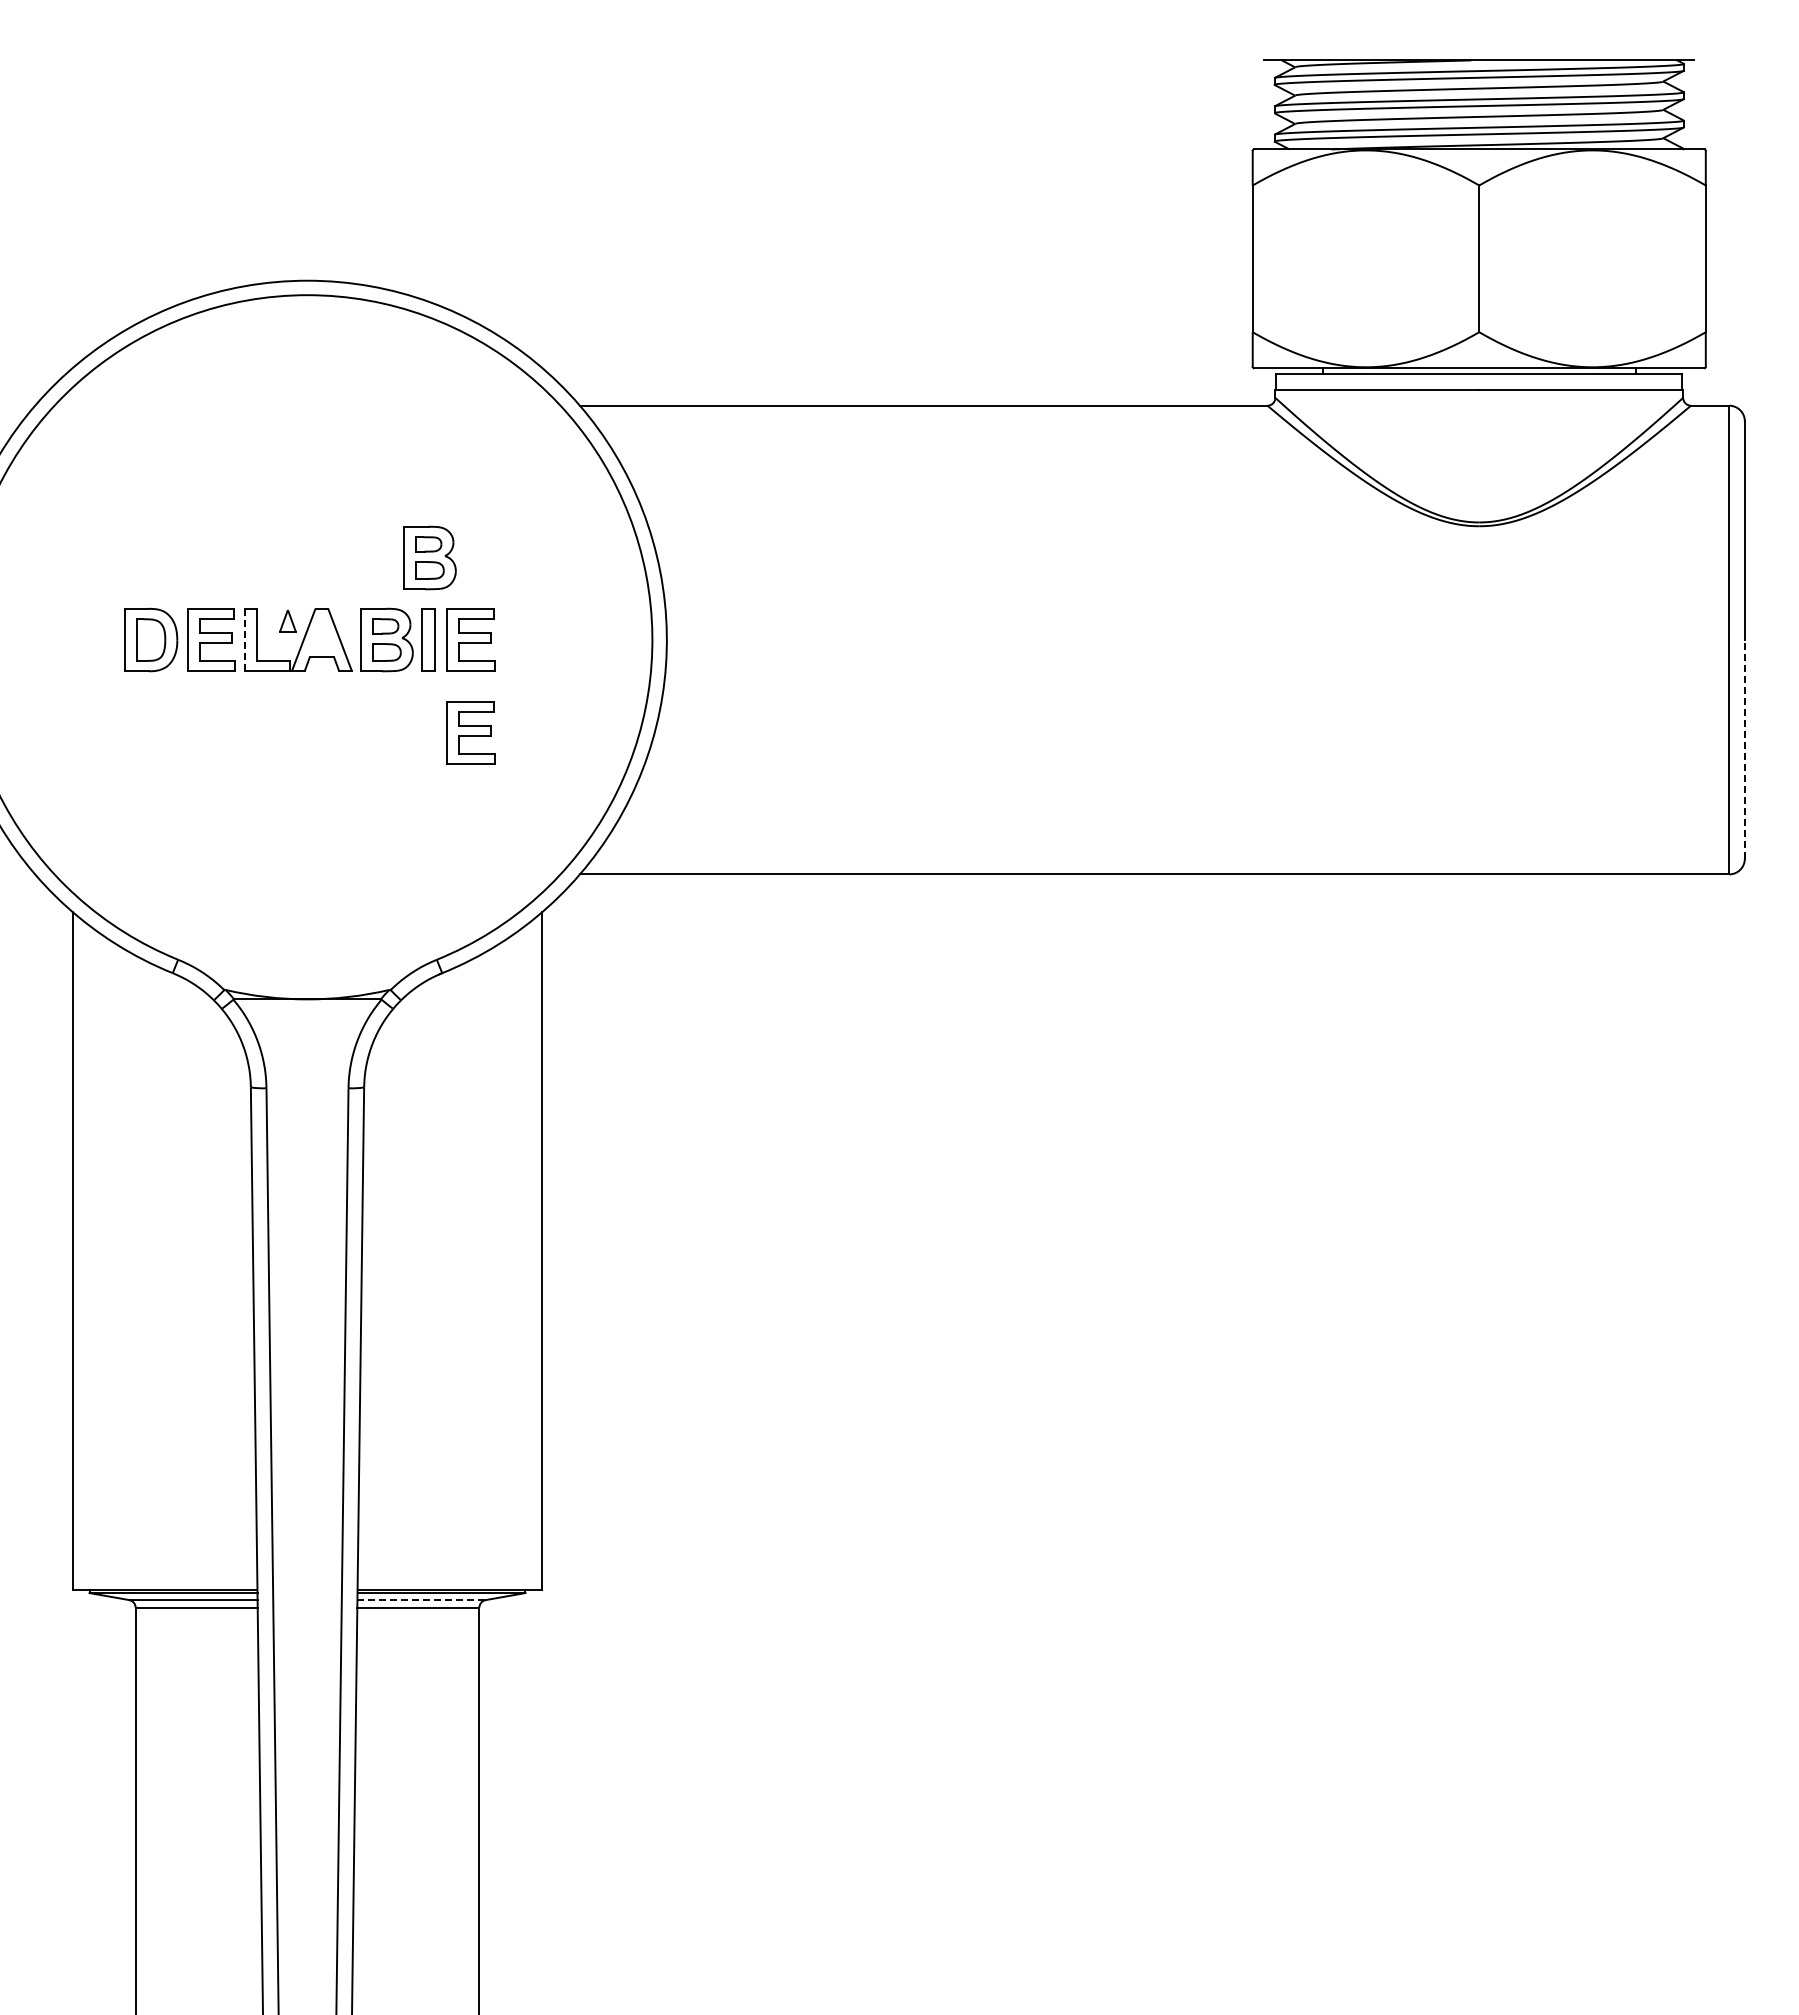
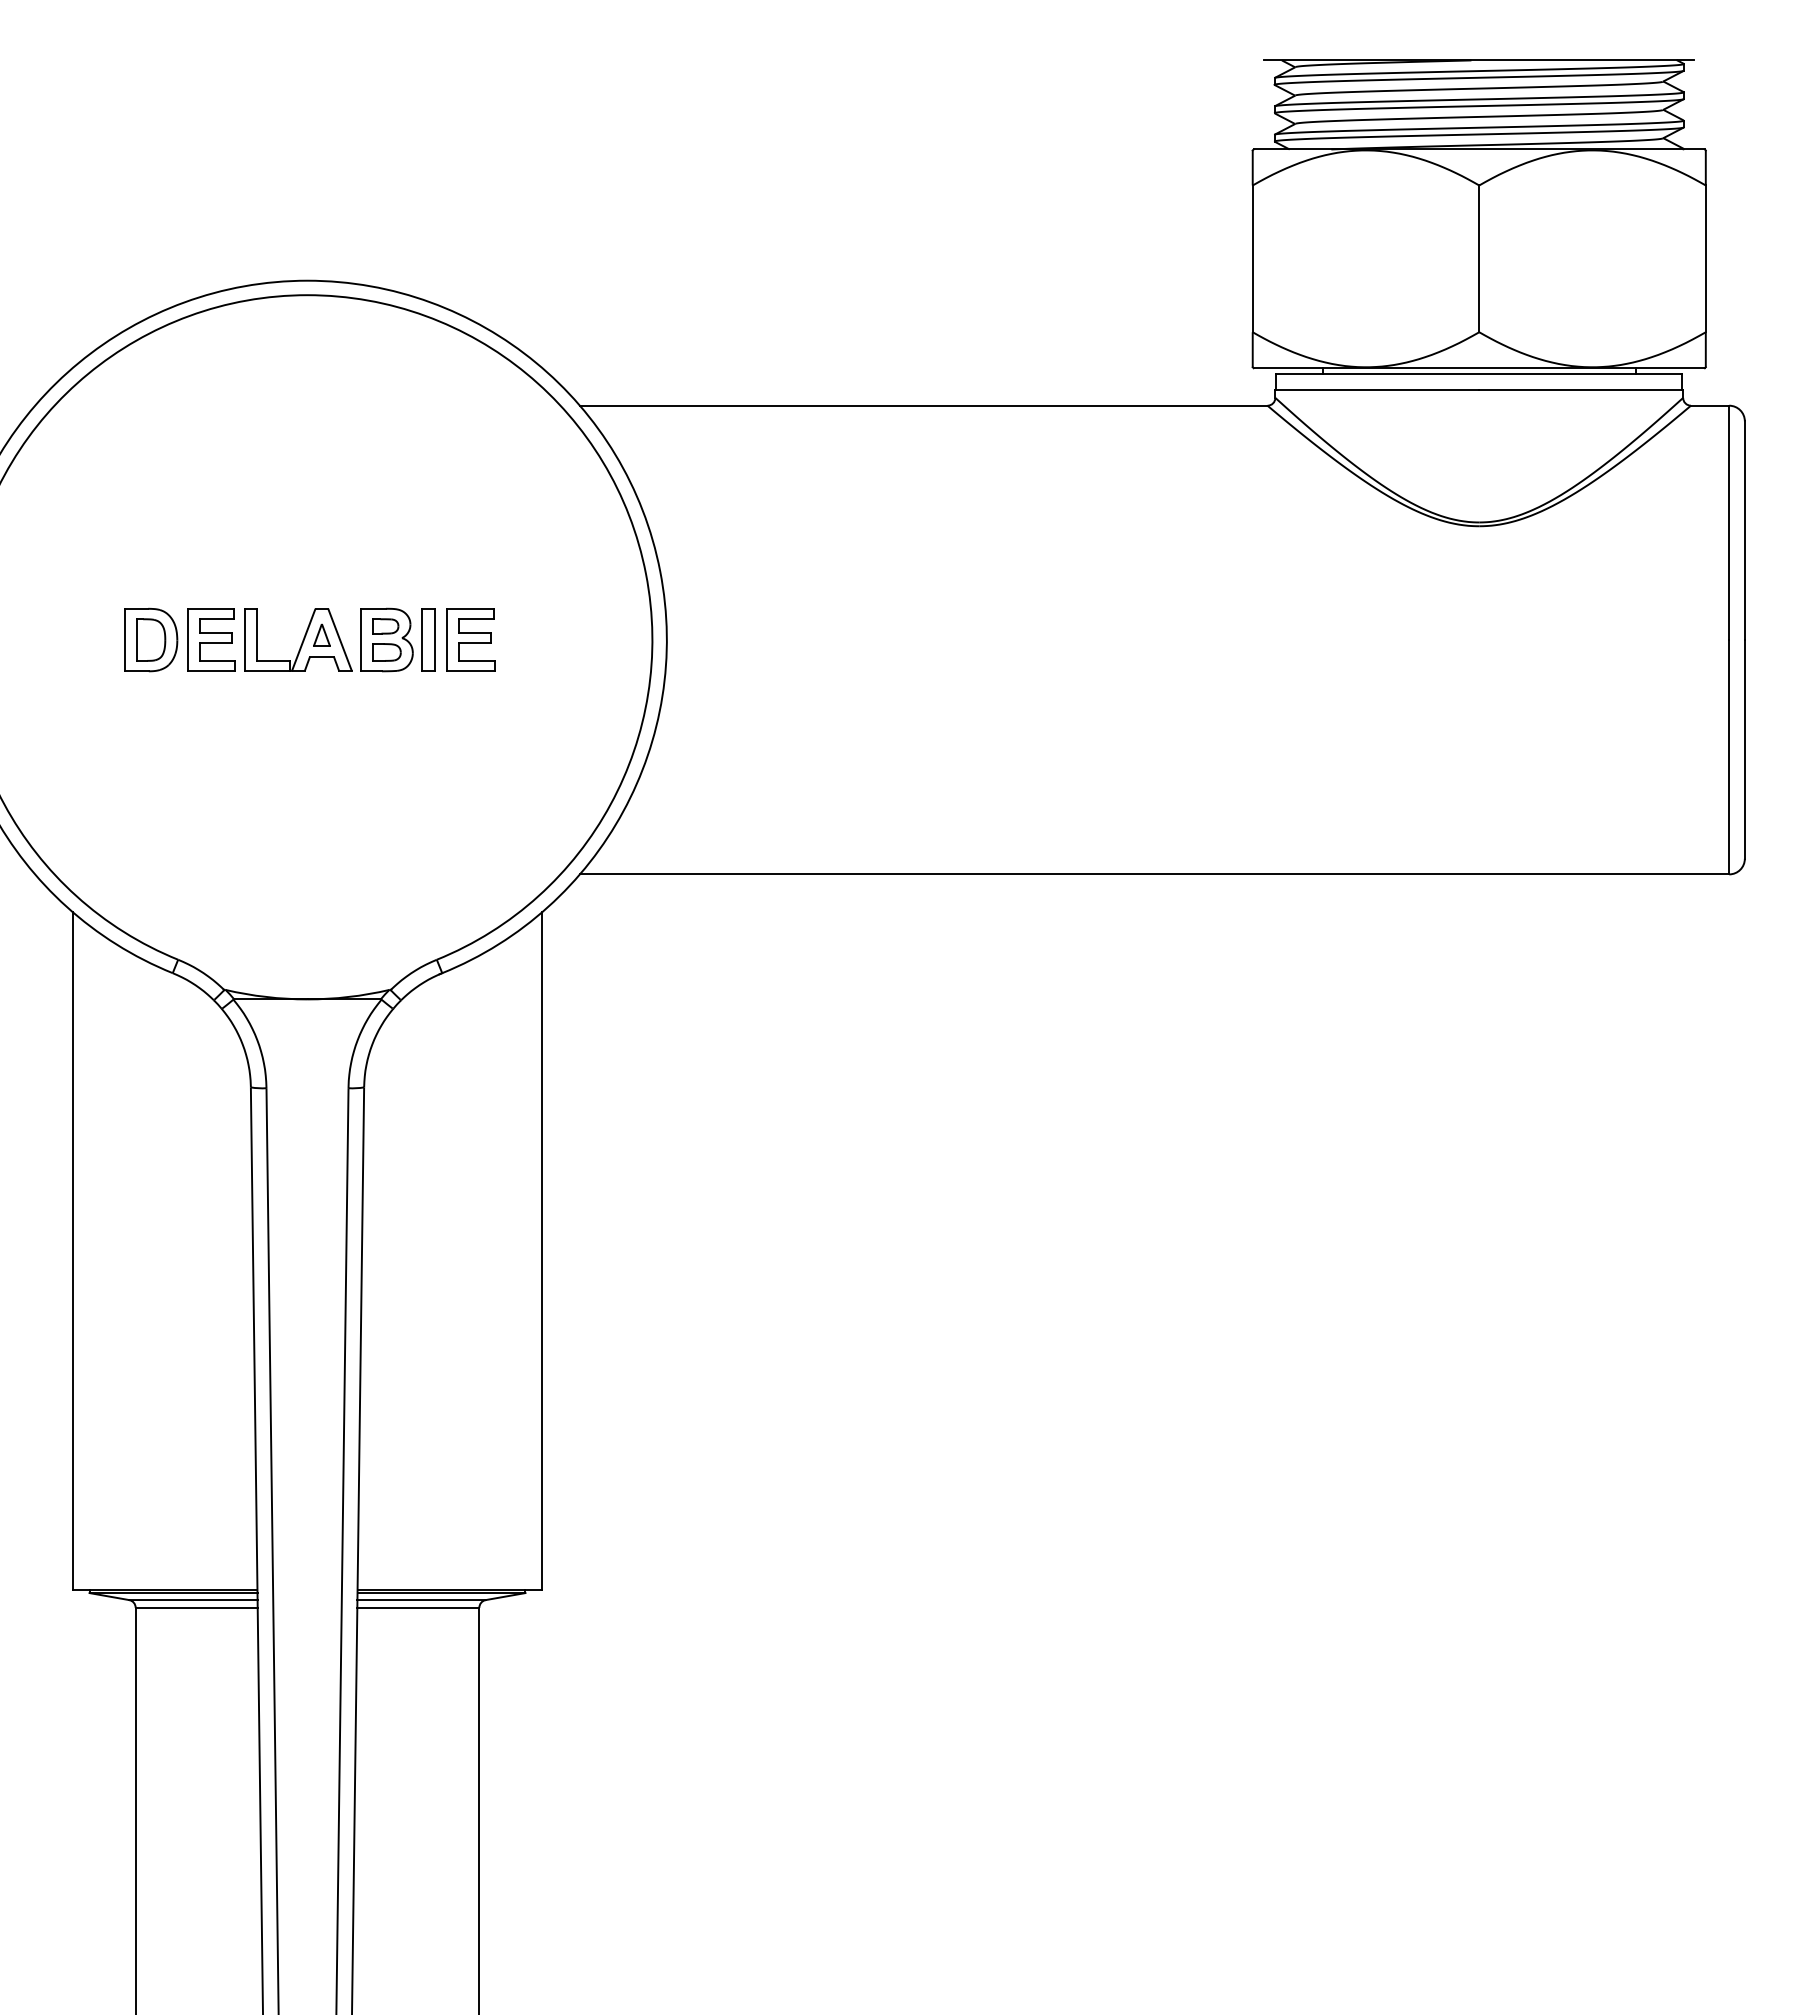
part at (429, 557): present -> none
part at (287, 620) position: (287, 620) -> (321, 634)
line at (245, 640): dashed -> solid
part at (470, 732): present -> none
line at (1744, 748): dashed -> solid
line at (422, 1600): dashed -> solid
